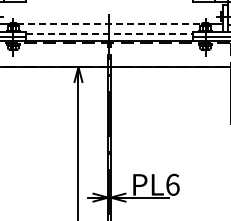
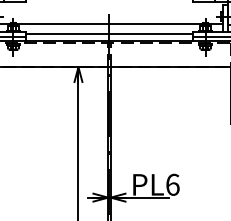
line at (109, 24): dashed -> solid
line at (109, 34): dashed -> solid
